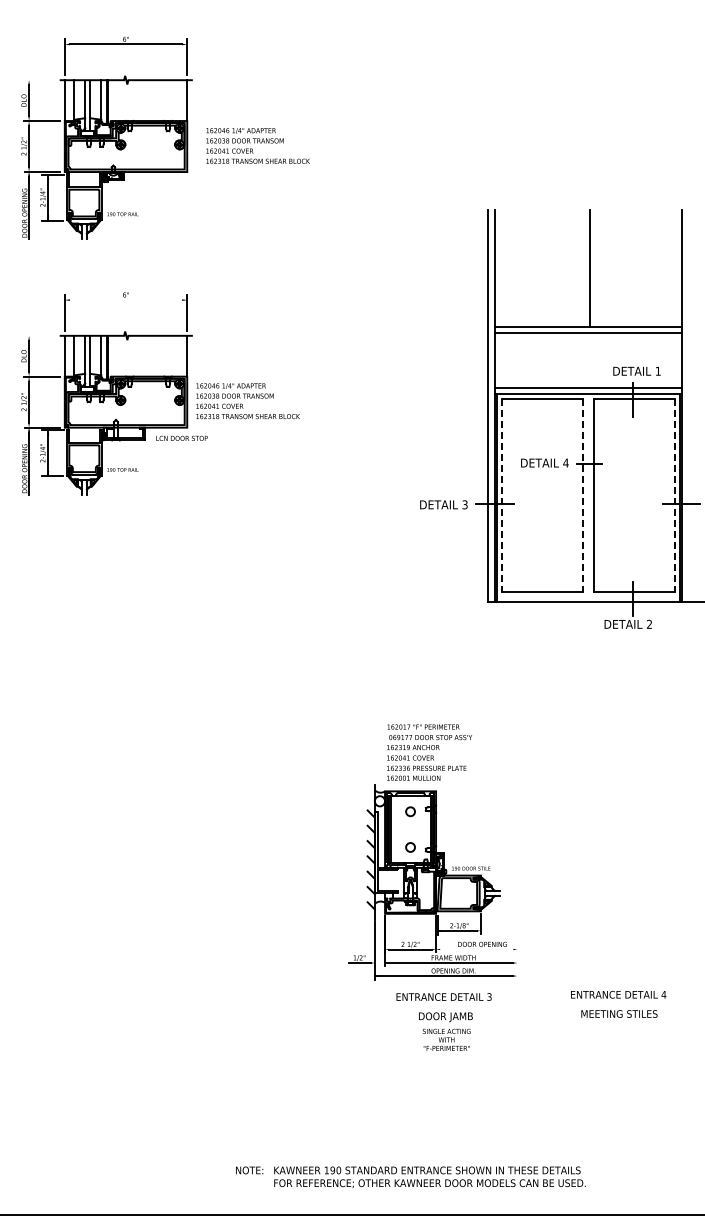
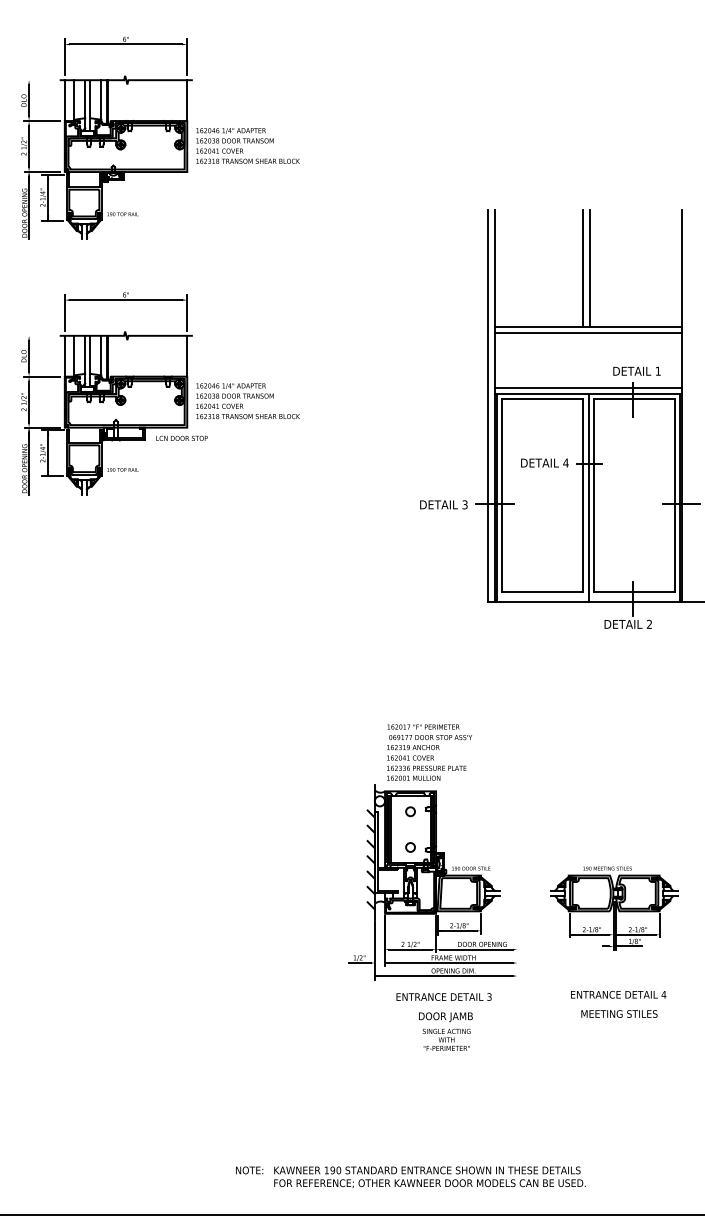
text at (257, 145) position: (257, 145) -> (247, 145)
line at (583, 267): none -> present
line at (125, 300): none -> present
line at (501, 496): dashed -> solid
line at (583, 496): dashed -> solid
line at (675, 496): dashed -> solid
line at (588, 498): none -> present
part at (614, 908): none -> present
line at (476, 949): none -> present
